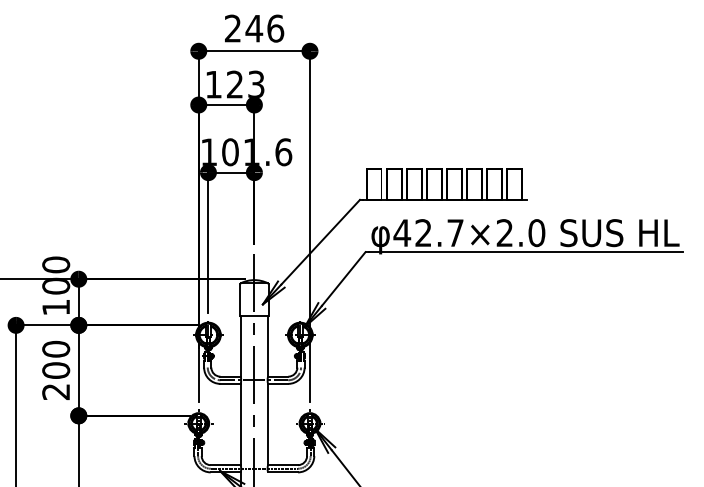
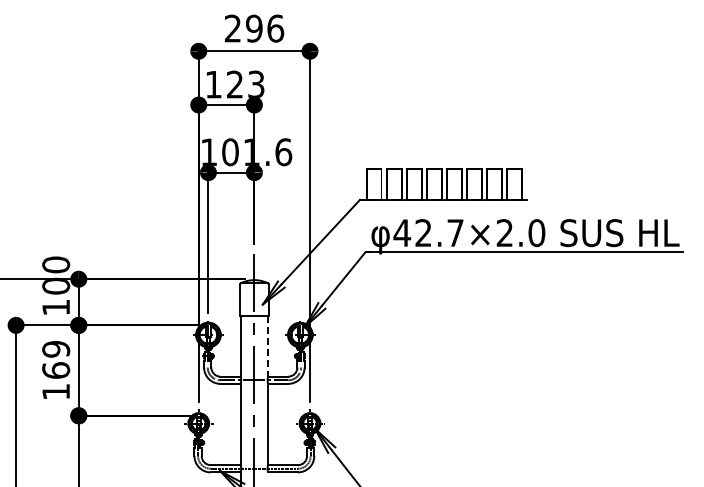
text at (254, 28): 246 -> 296
line at (268, 346): solid -> dashed
text at (56, 370): 200 -> 169
